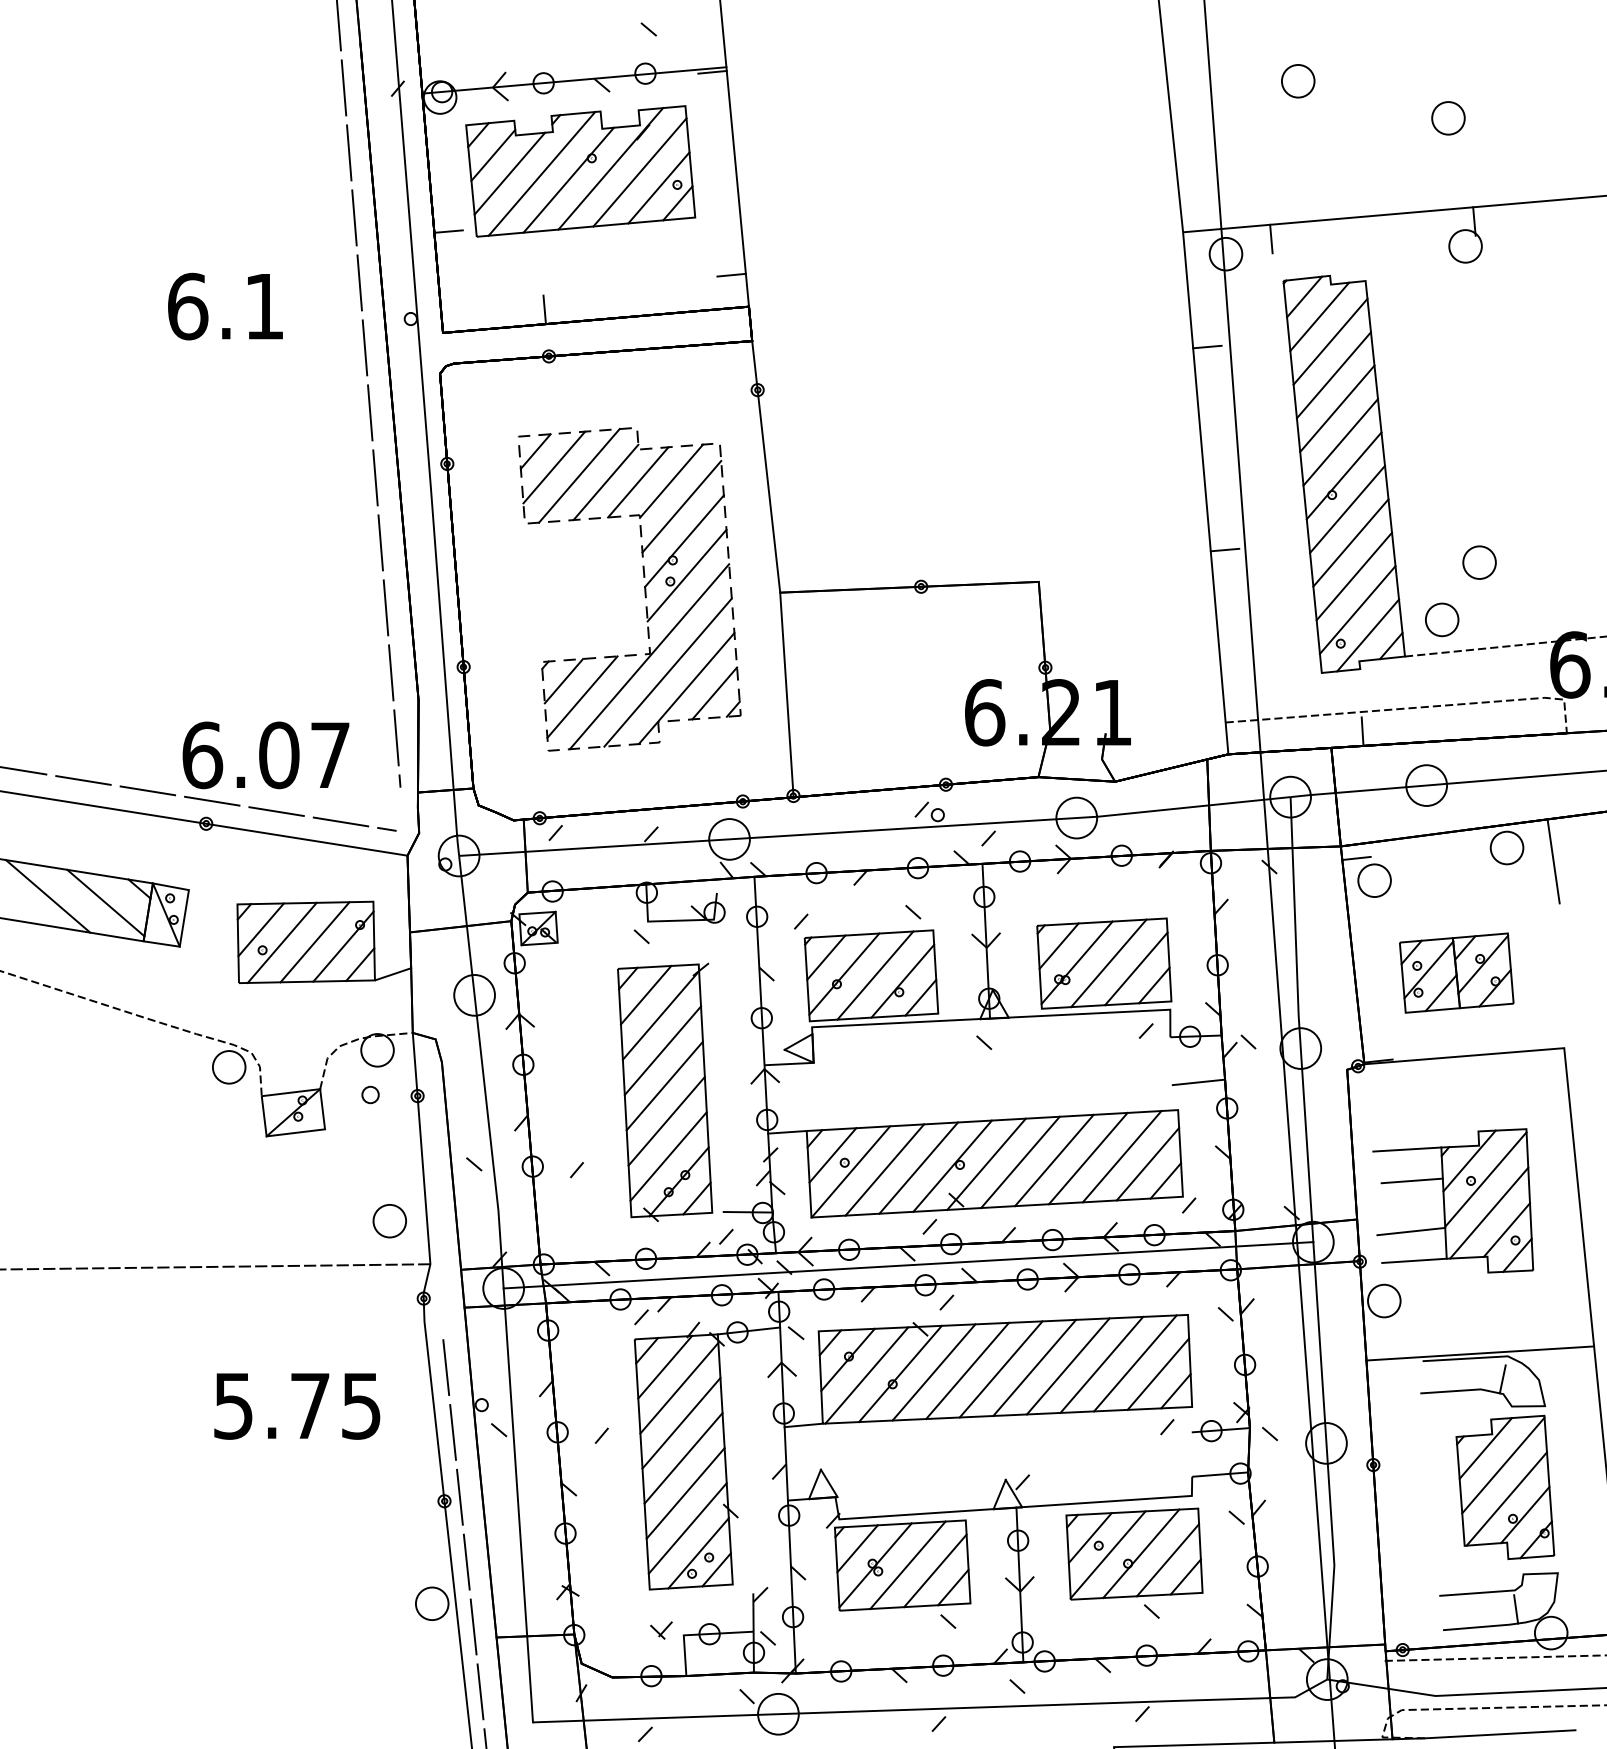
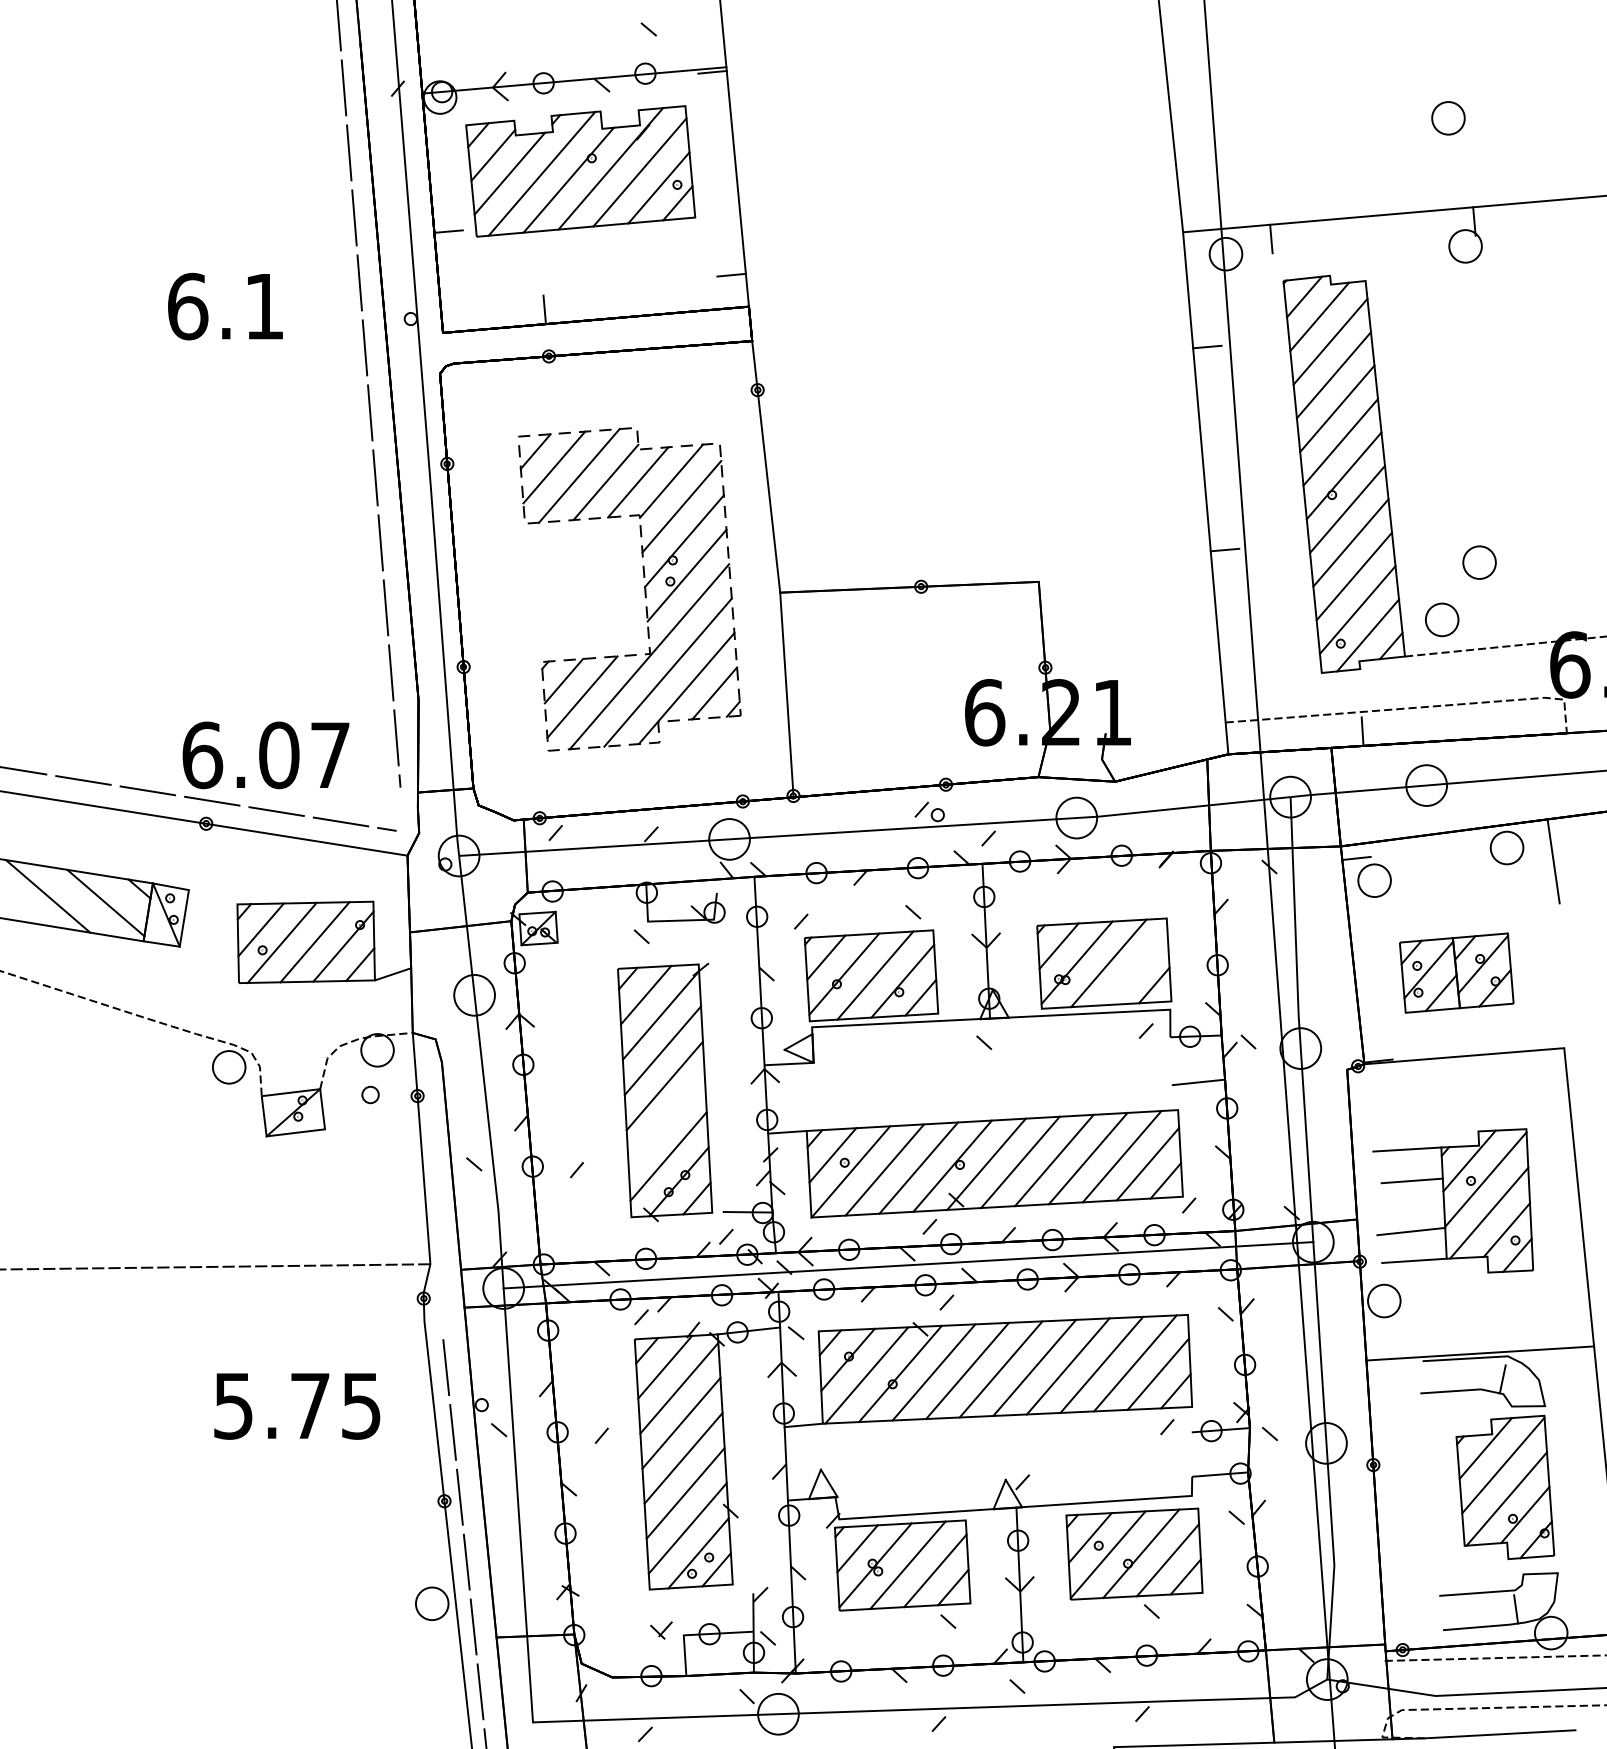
part at (1298, 81): present -> none
line at (1136, 968): present -> none
line at (666, 1120): present -> none
part at (389, 1221): present -> none
